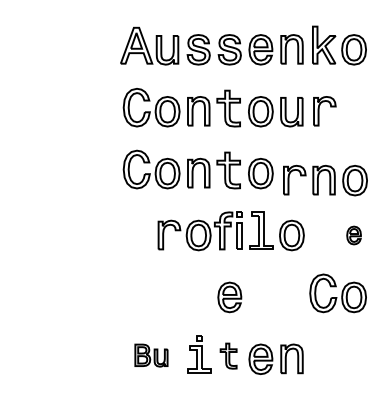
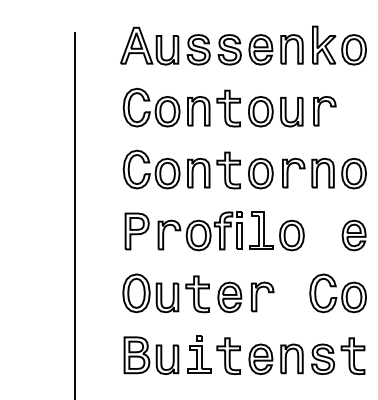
part at (325, 180) position: (325, 180) -> (324, 173)
line at (74, 214): none -> present
part at (136, 231): none -> present
part at (353, 235) size: 16x21 px -> 26x33 px
part at (165, 293): none -> present
part at (262, 296): none -> present
part at (151, 355) size: 35x25 px -> 57x39 px
part at (228, 355) size: 19x28 px -> 25x38 px
part at (338, 356): none -> present
